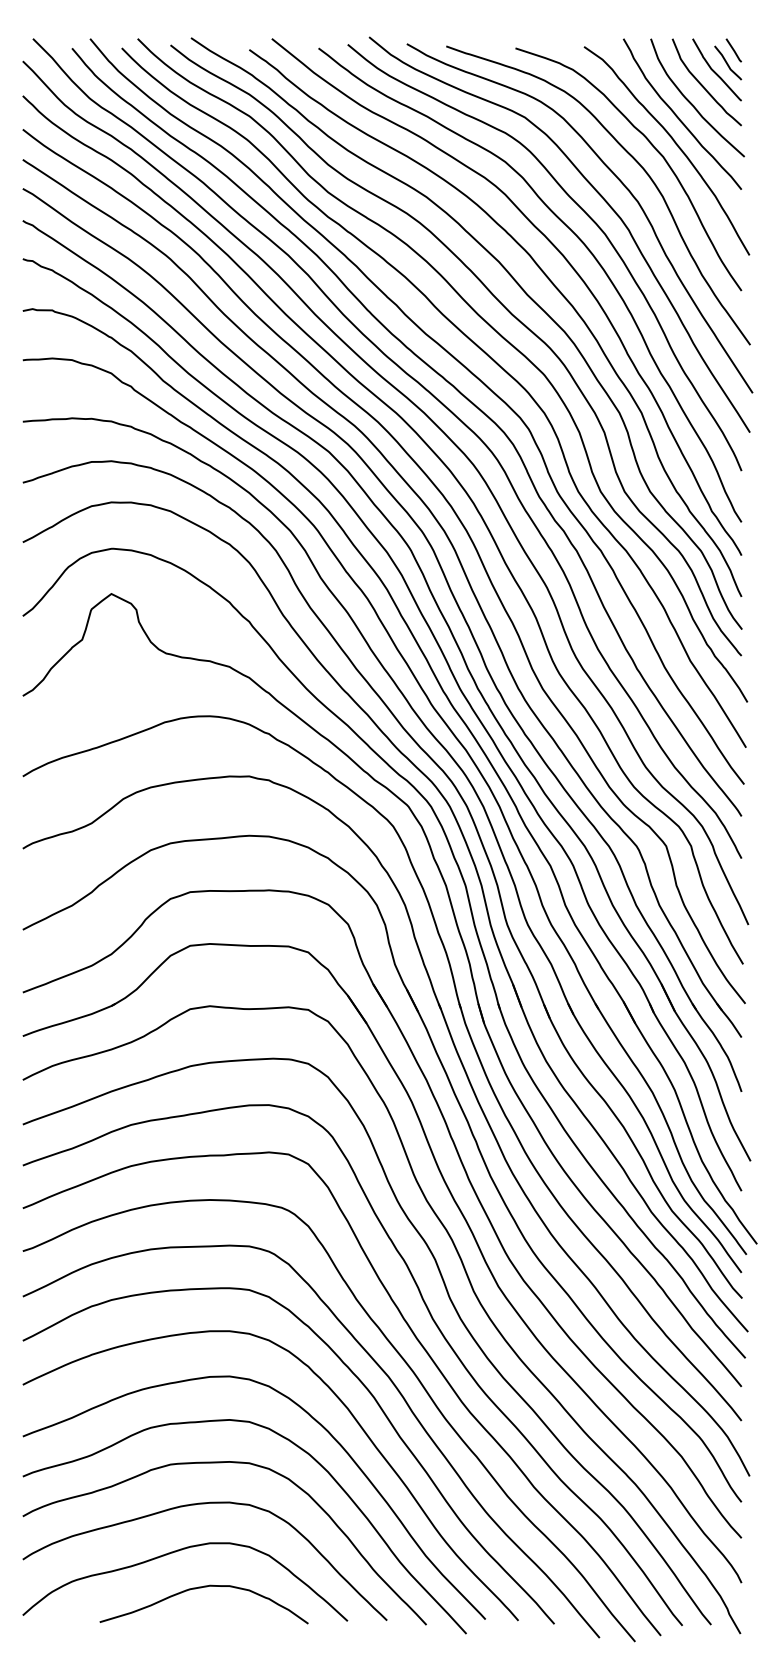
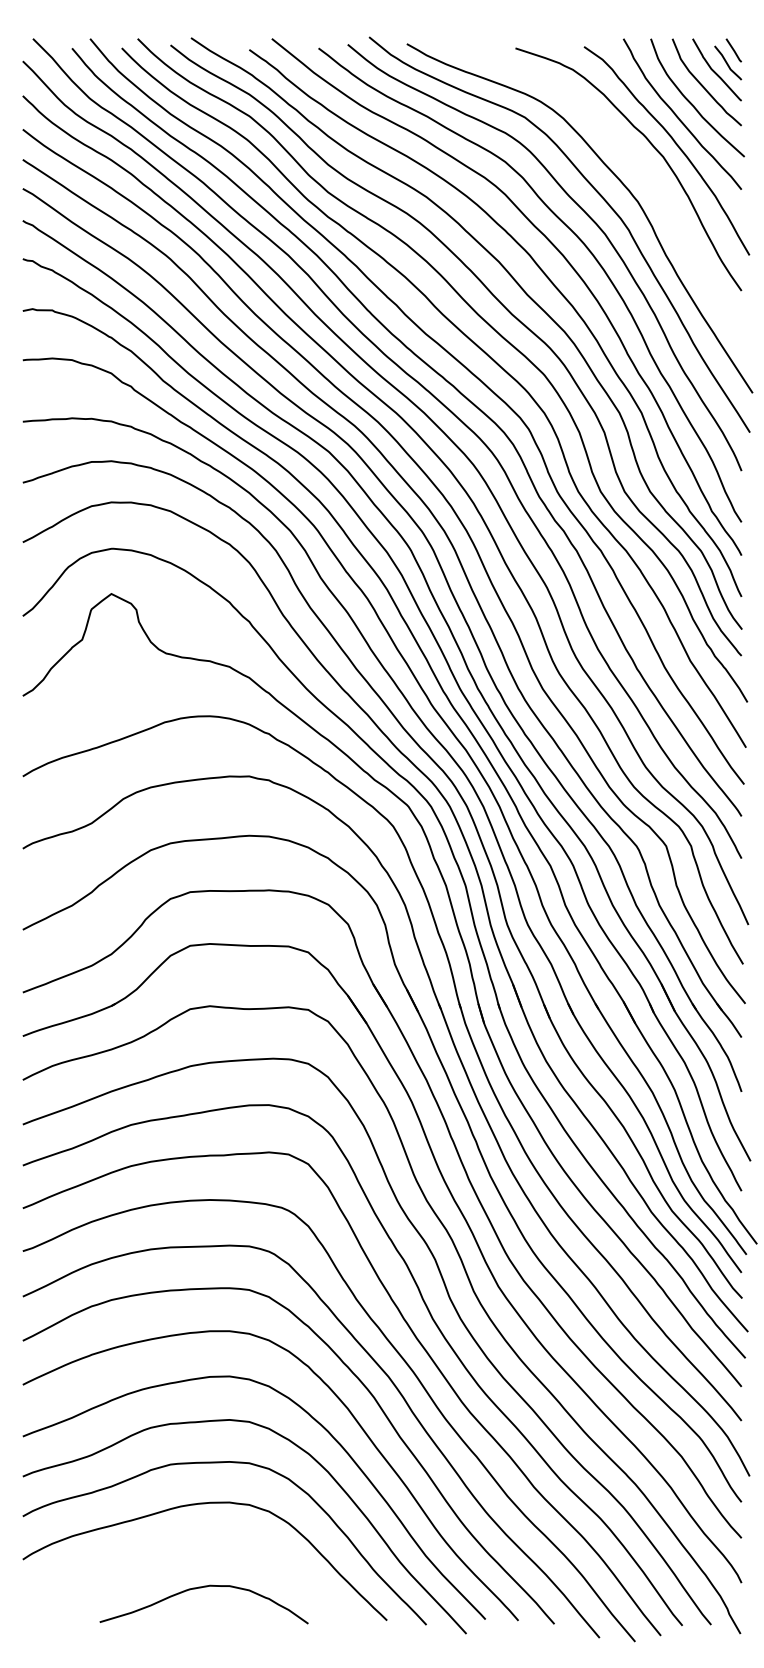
curve at (633, 159): present -> none
curve at (175, 1552): present -> none
